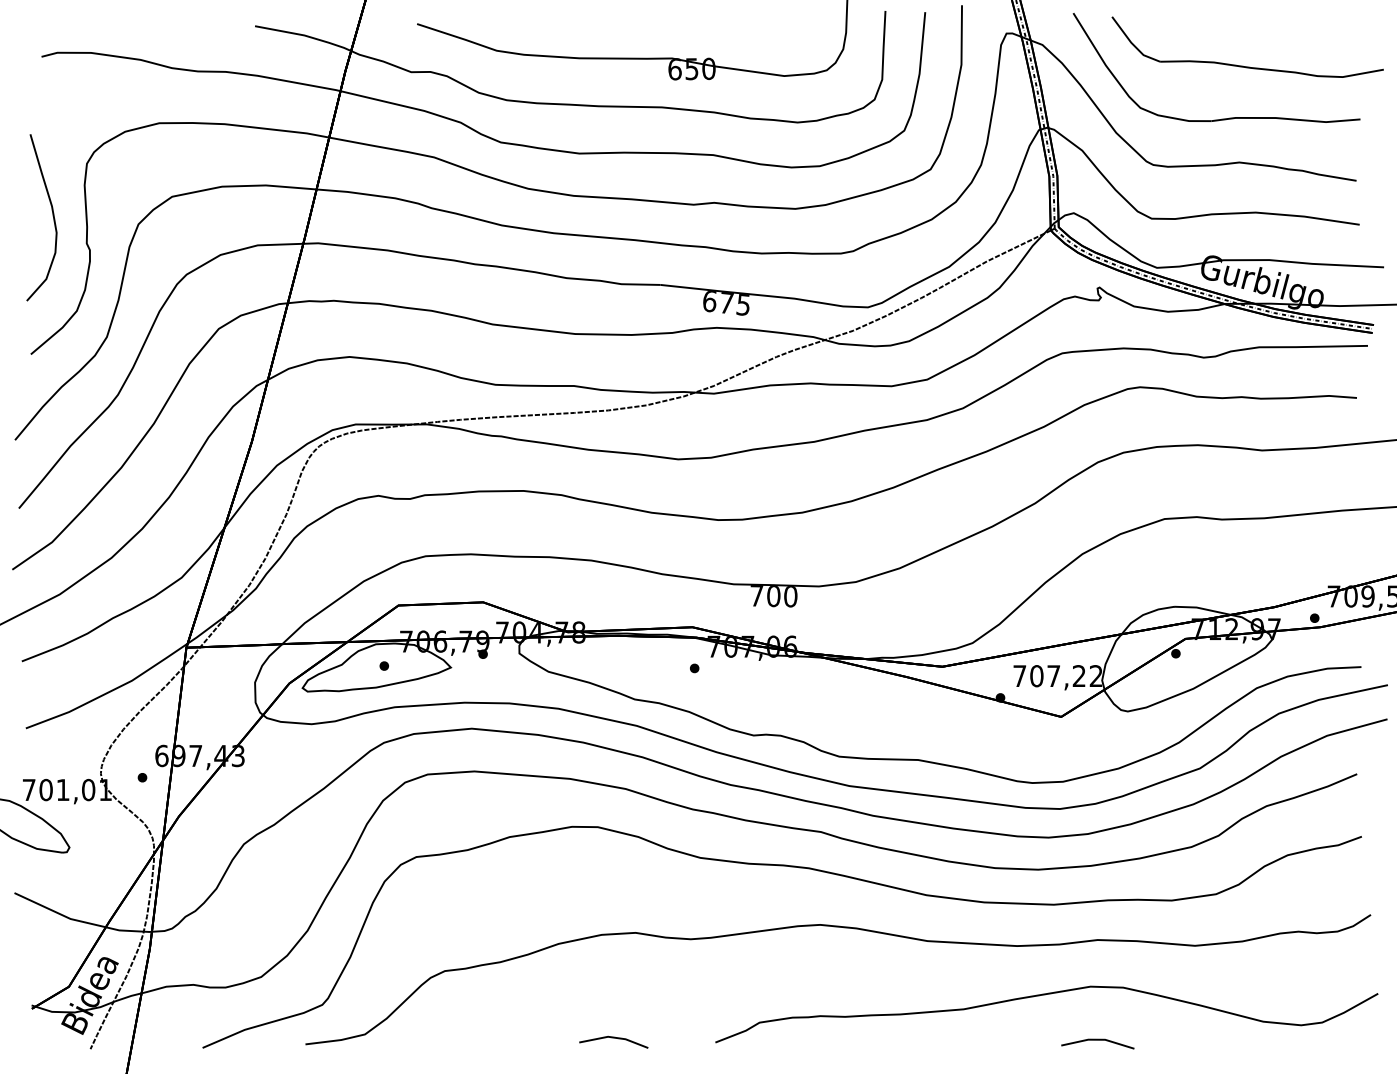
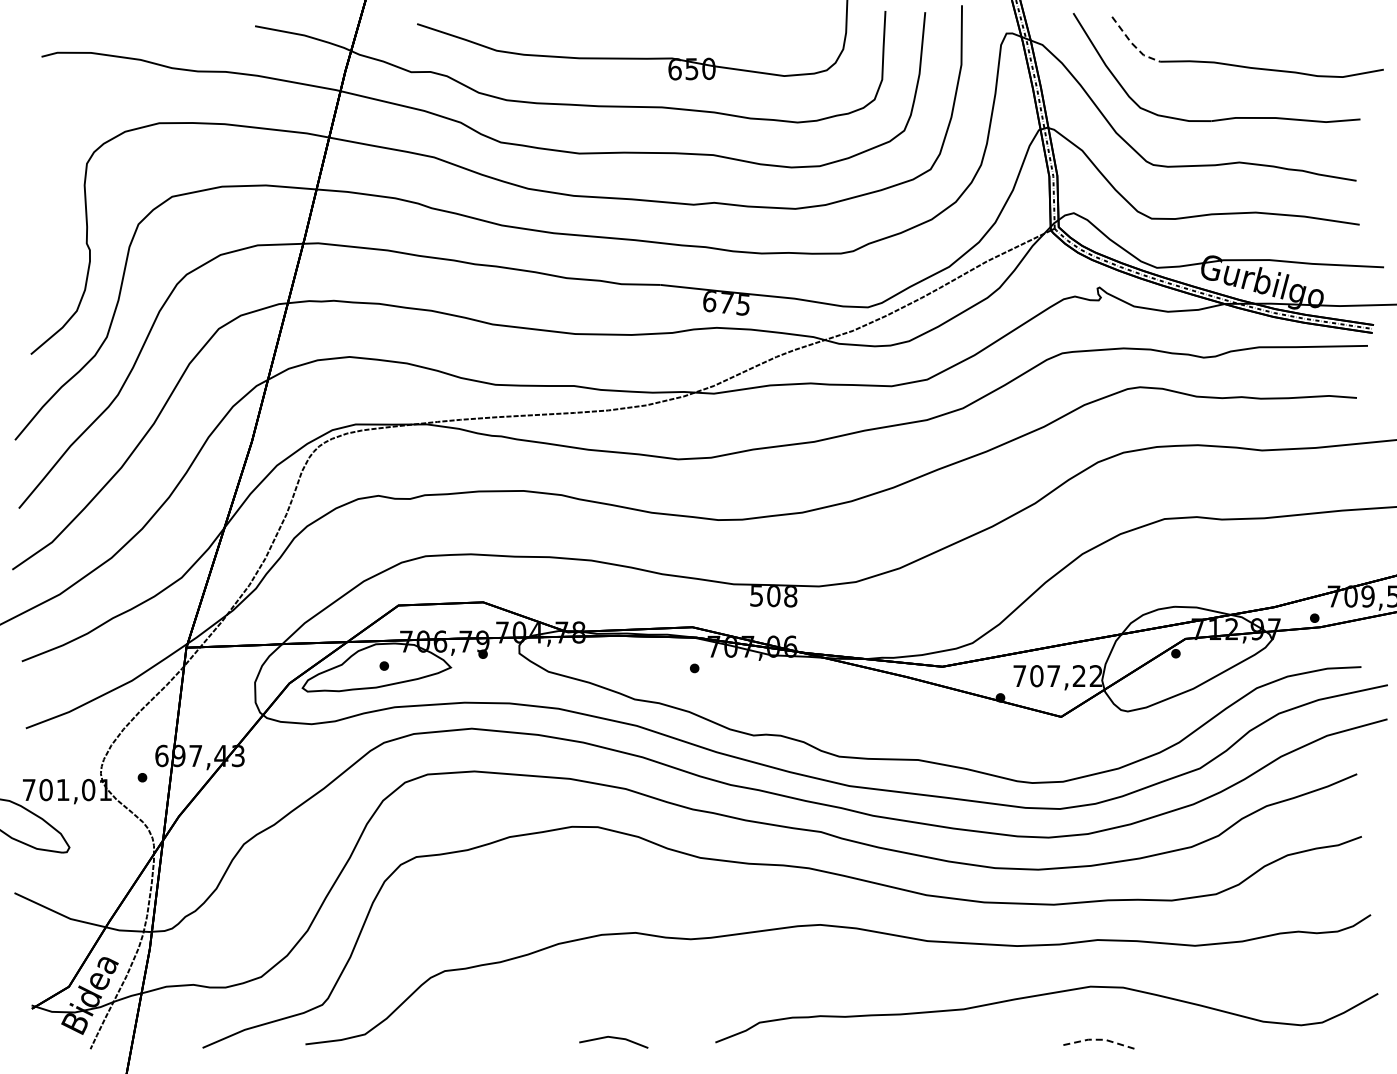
line at (1132, 44): solid -> dashed
curve at (52, 216): present -> none
text at (773, 596): 700 -> 508
line at (1098, 1039): solid -> dashed
